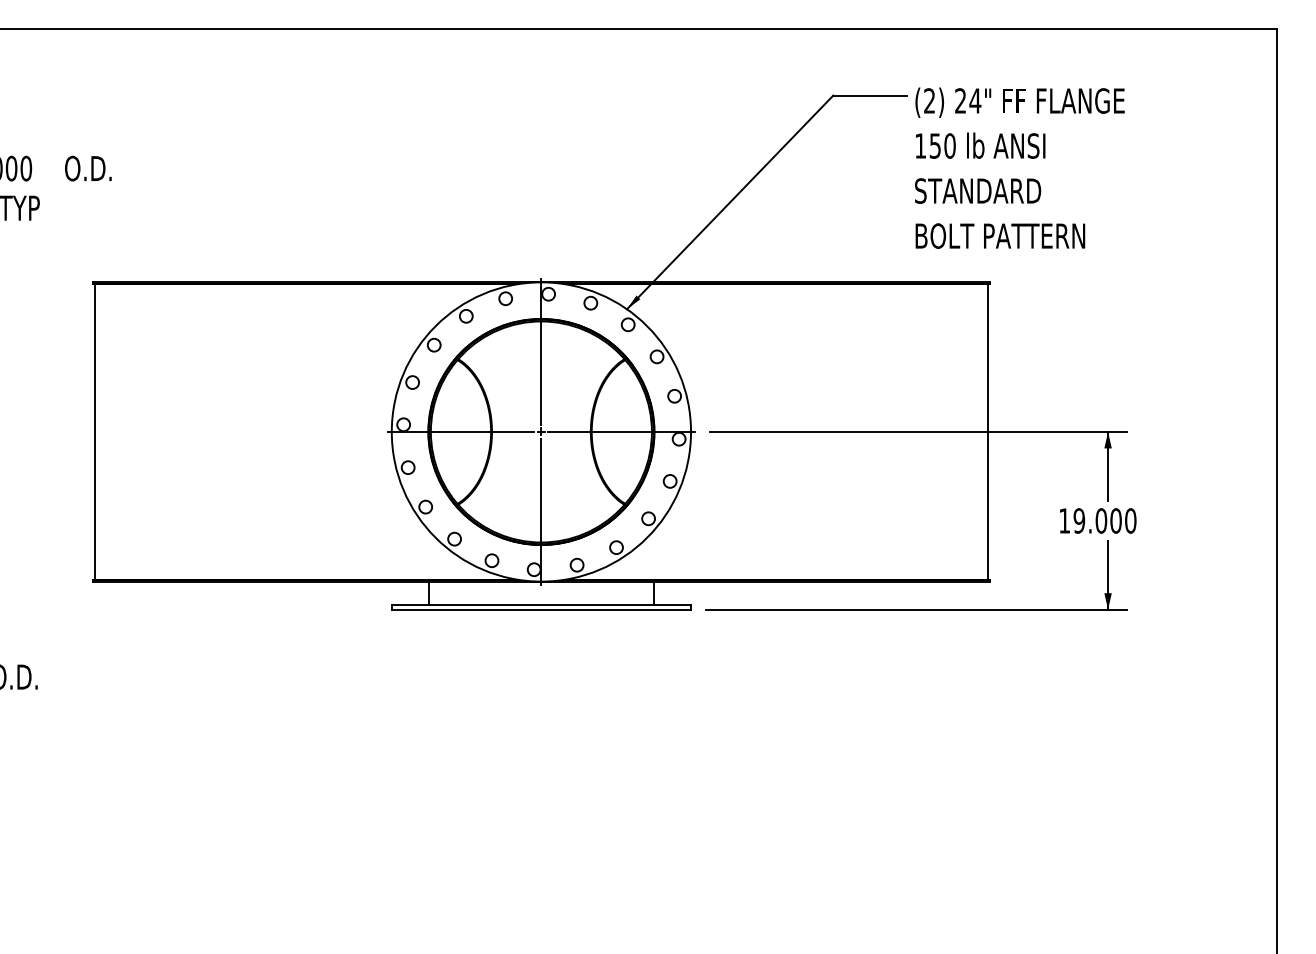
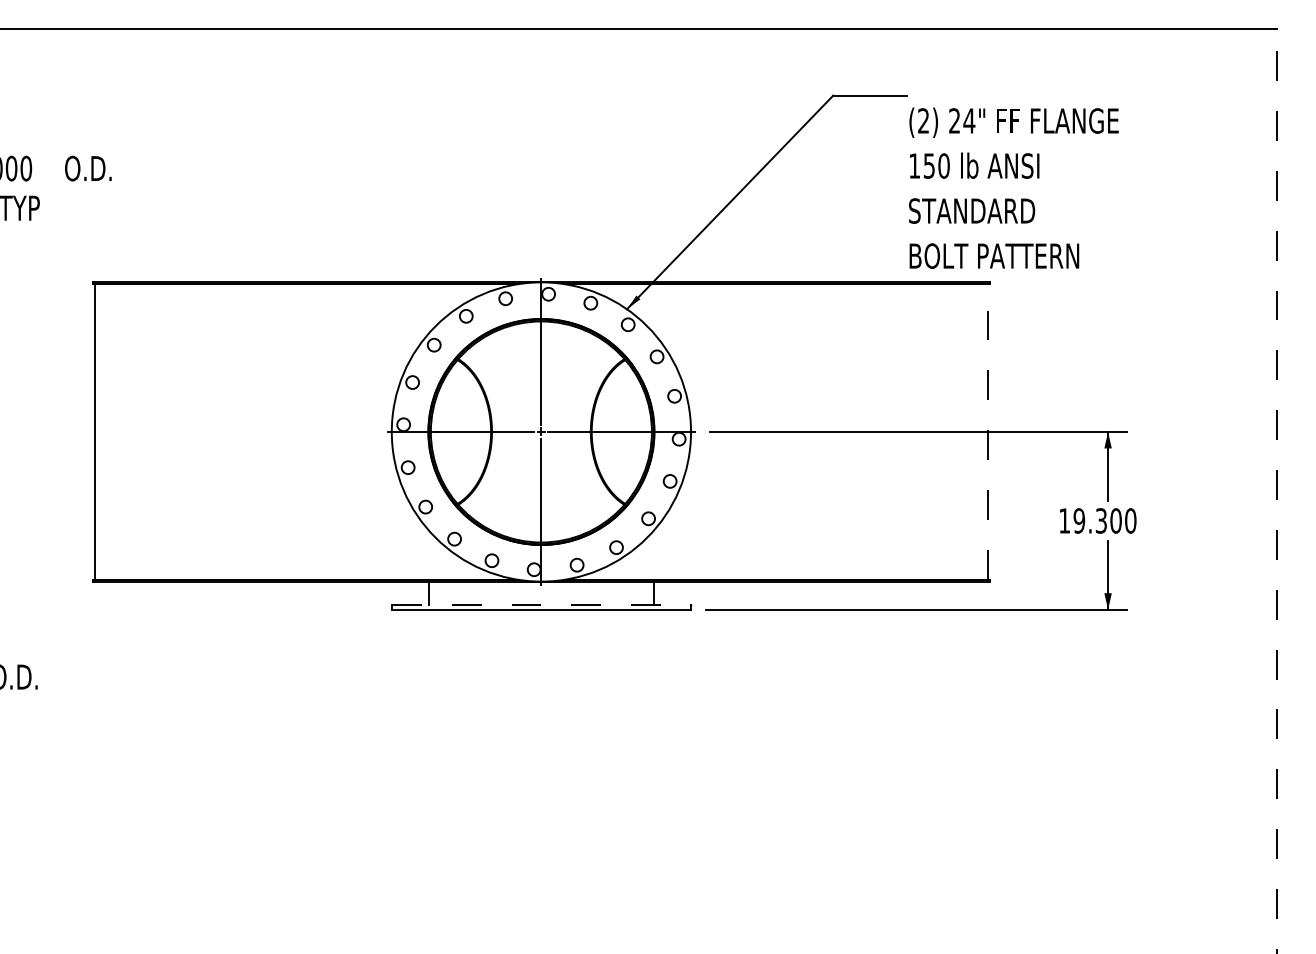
text at (1019, 167) position: (1019, 167) -> (1013, 187)
line at (987, 431): solid -> dashed
line at (1276, 490): solid -> dashed
text at (1101, 520): 19.000 -> 19.300
line at (541, 604): solid -> dashed
